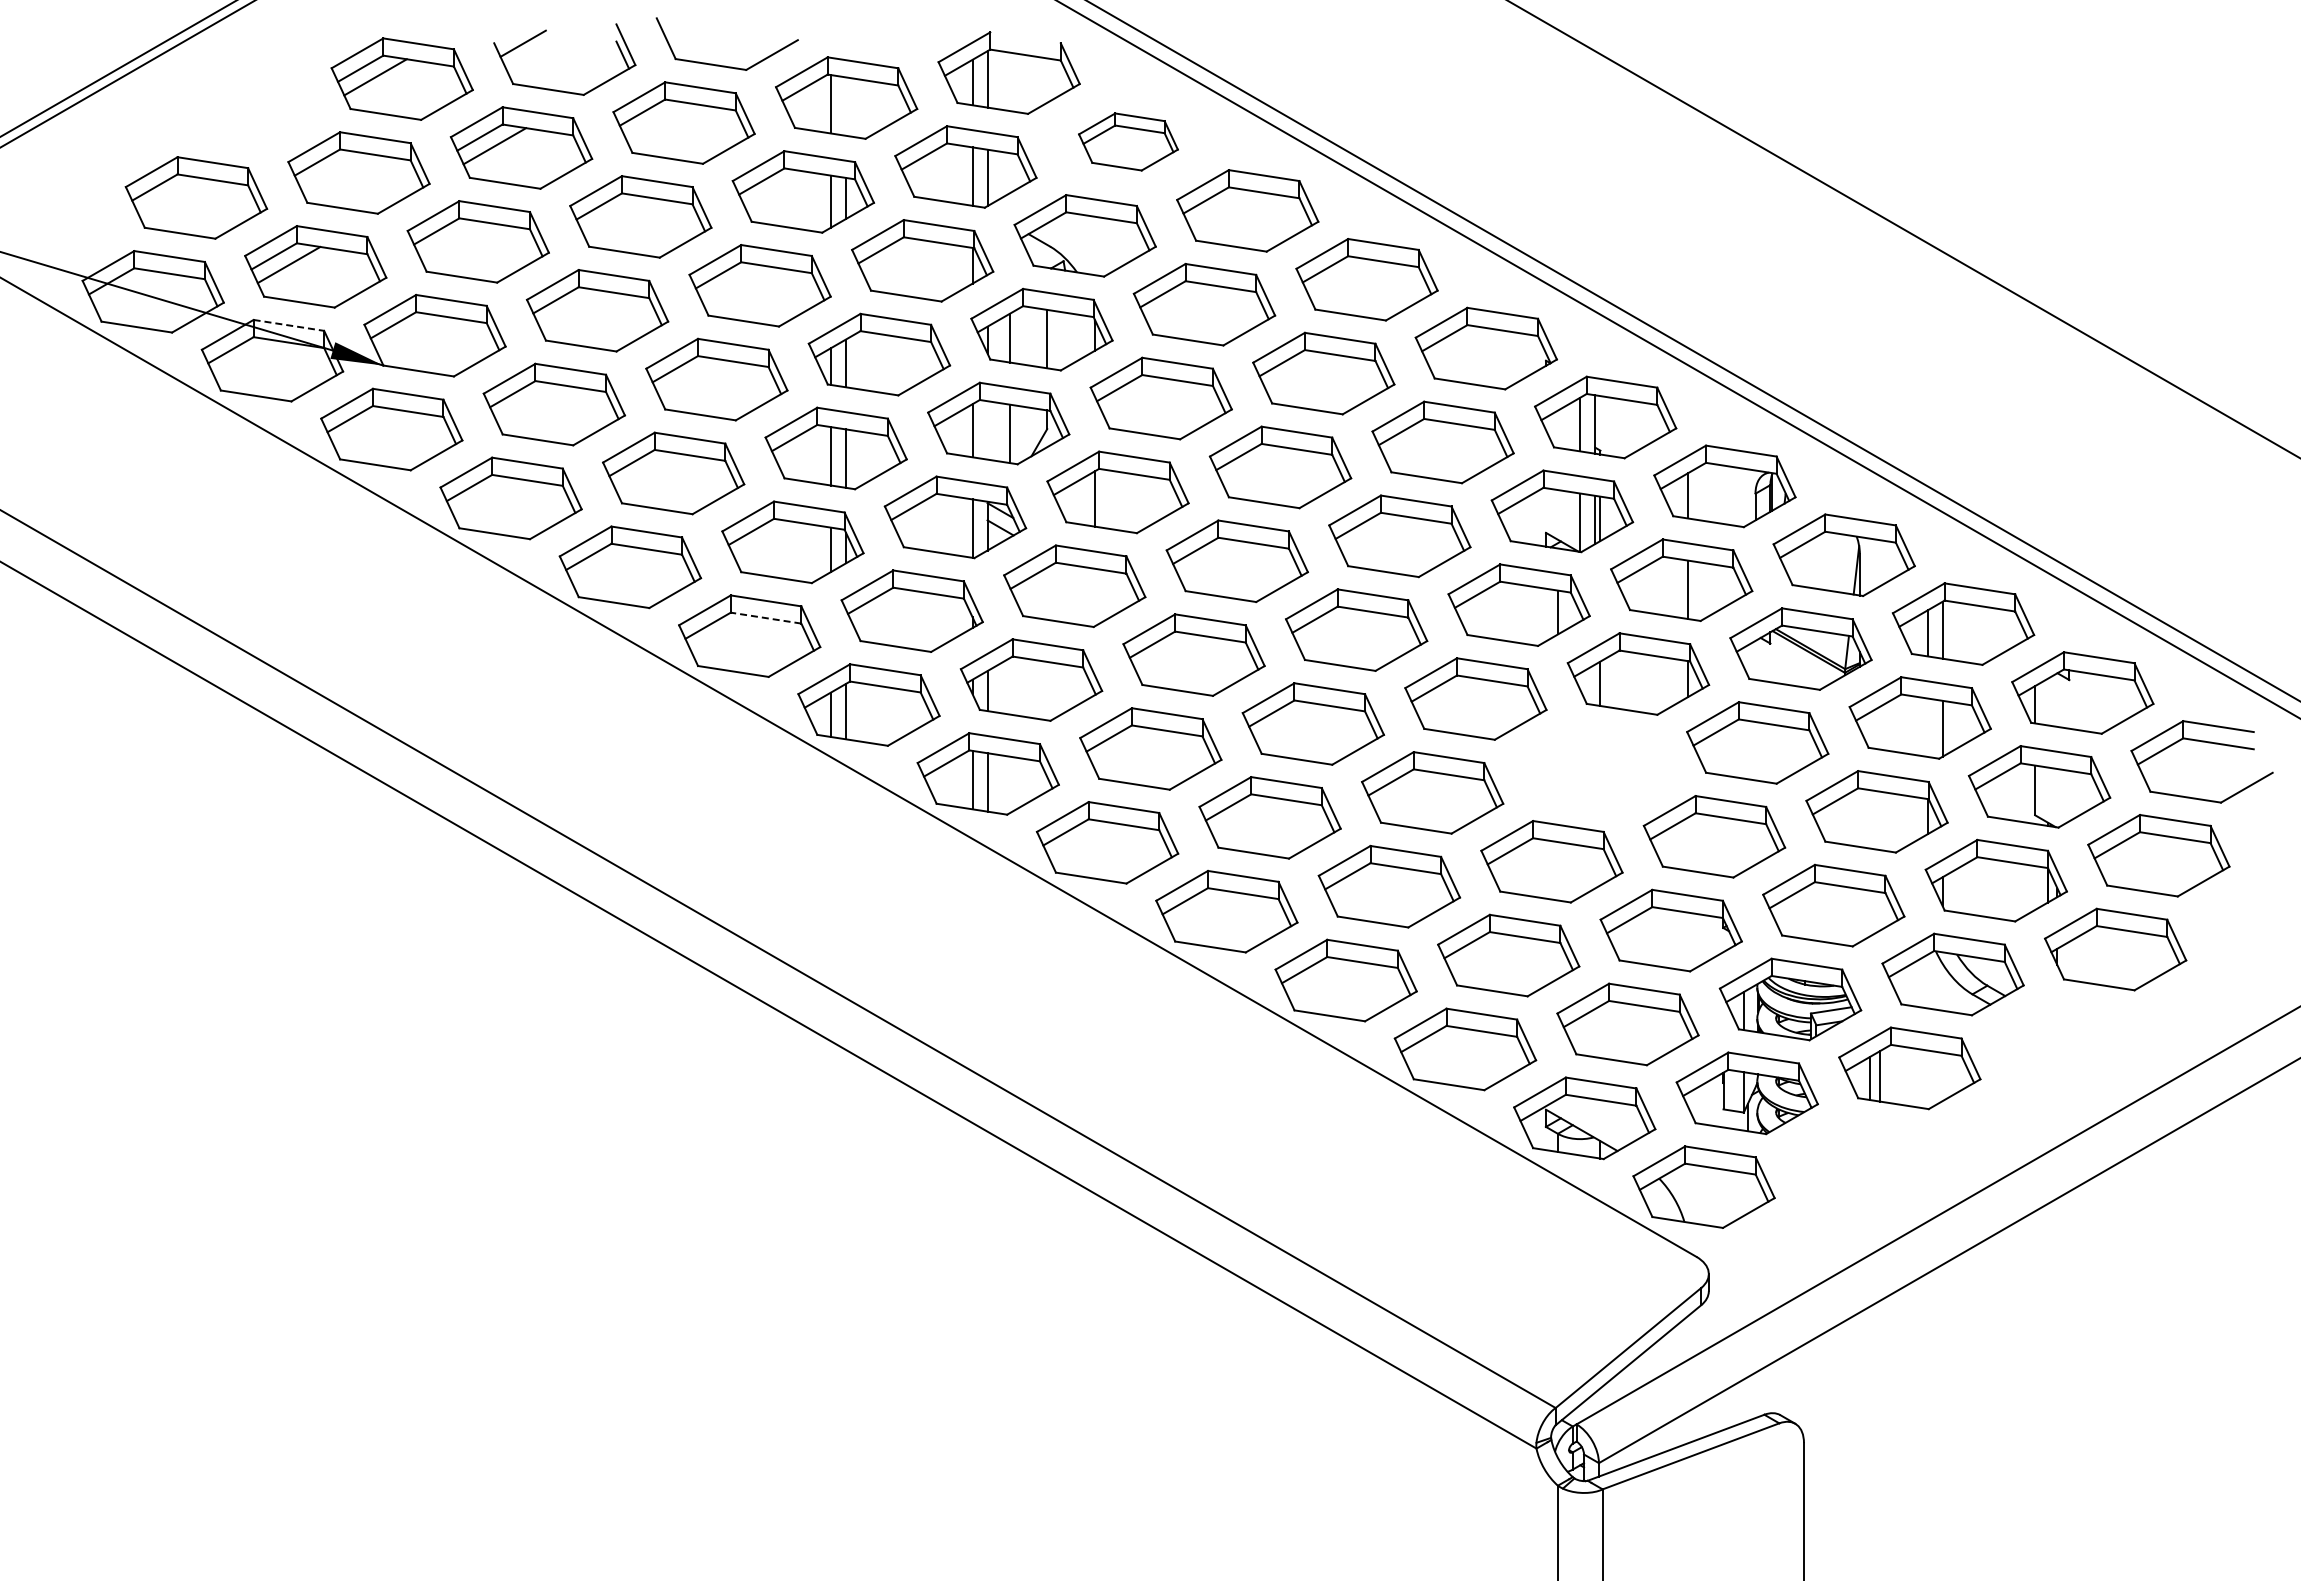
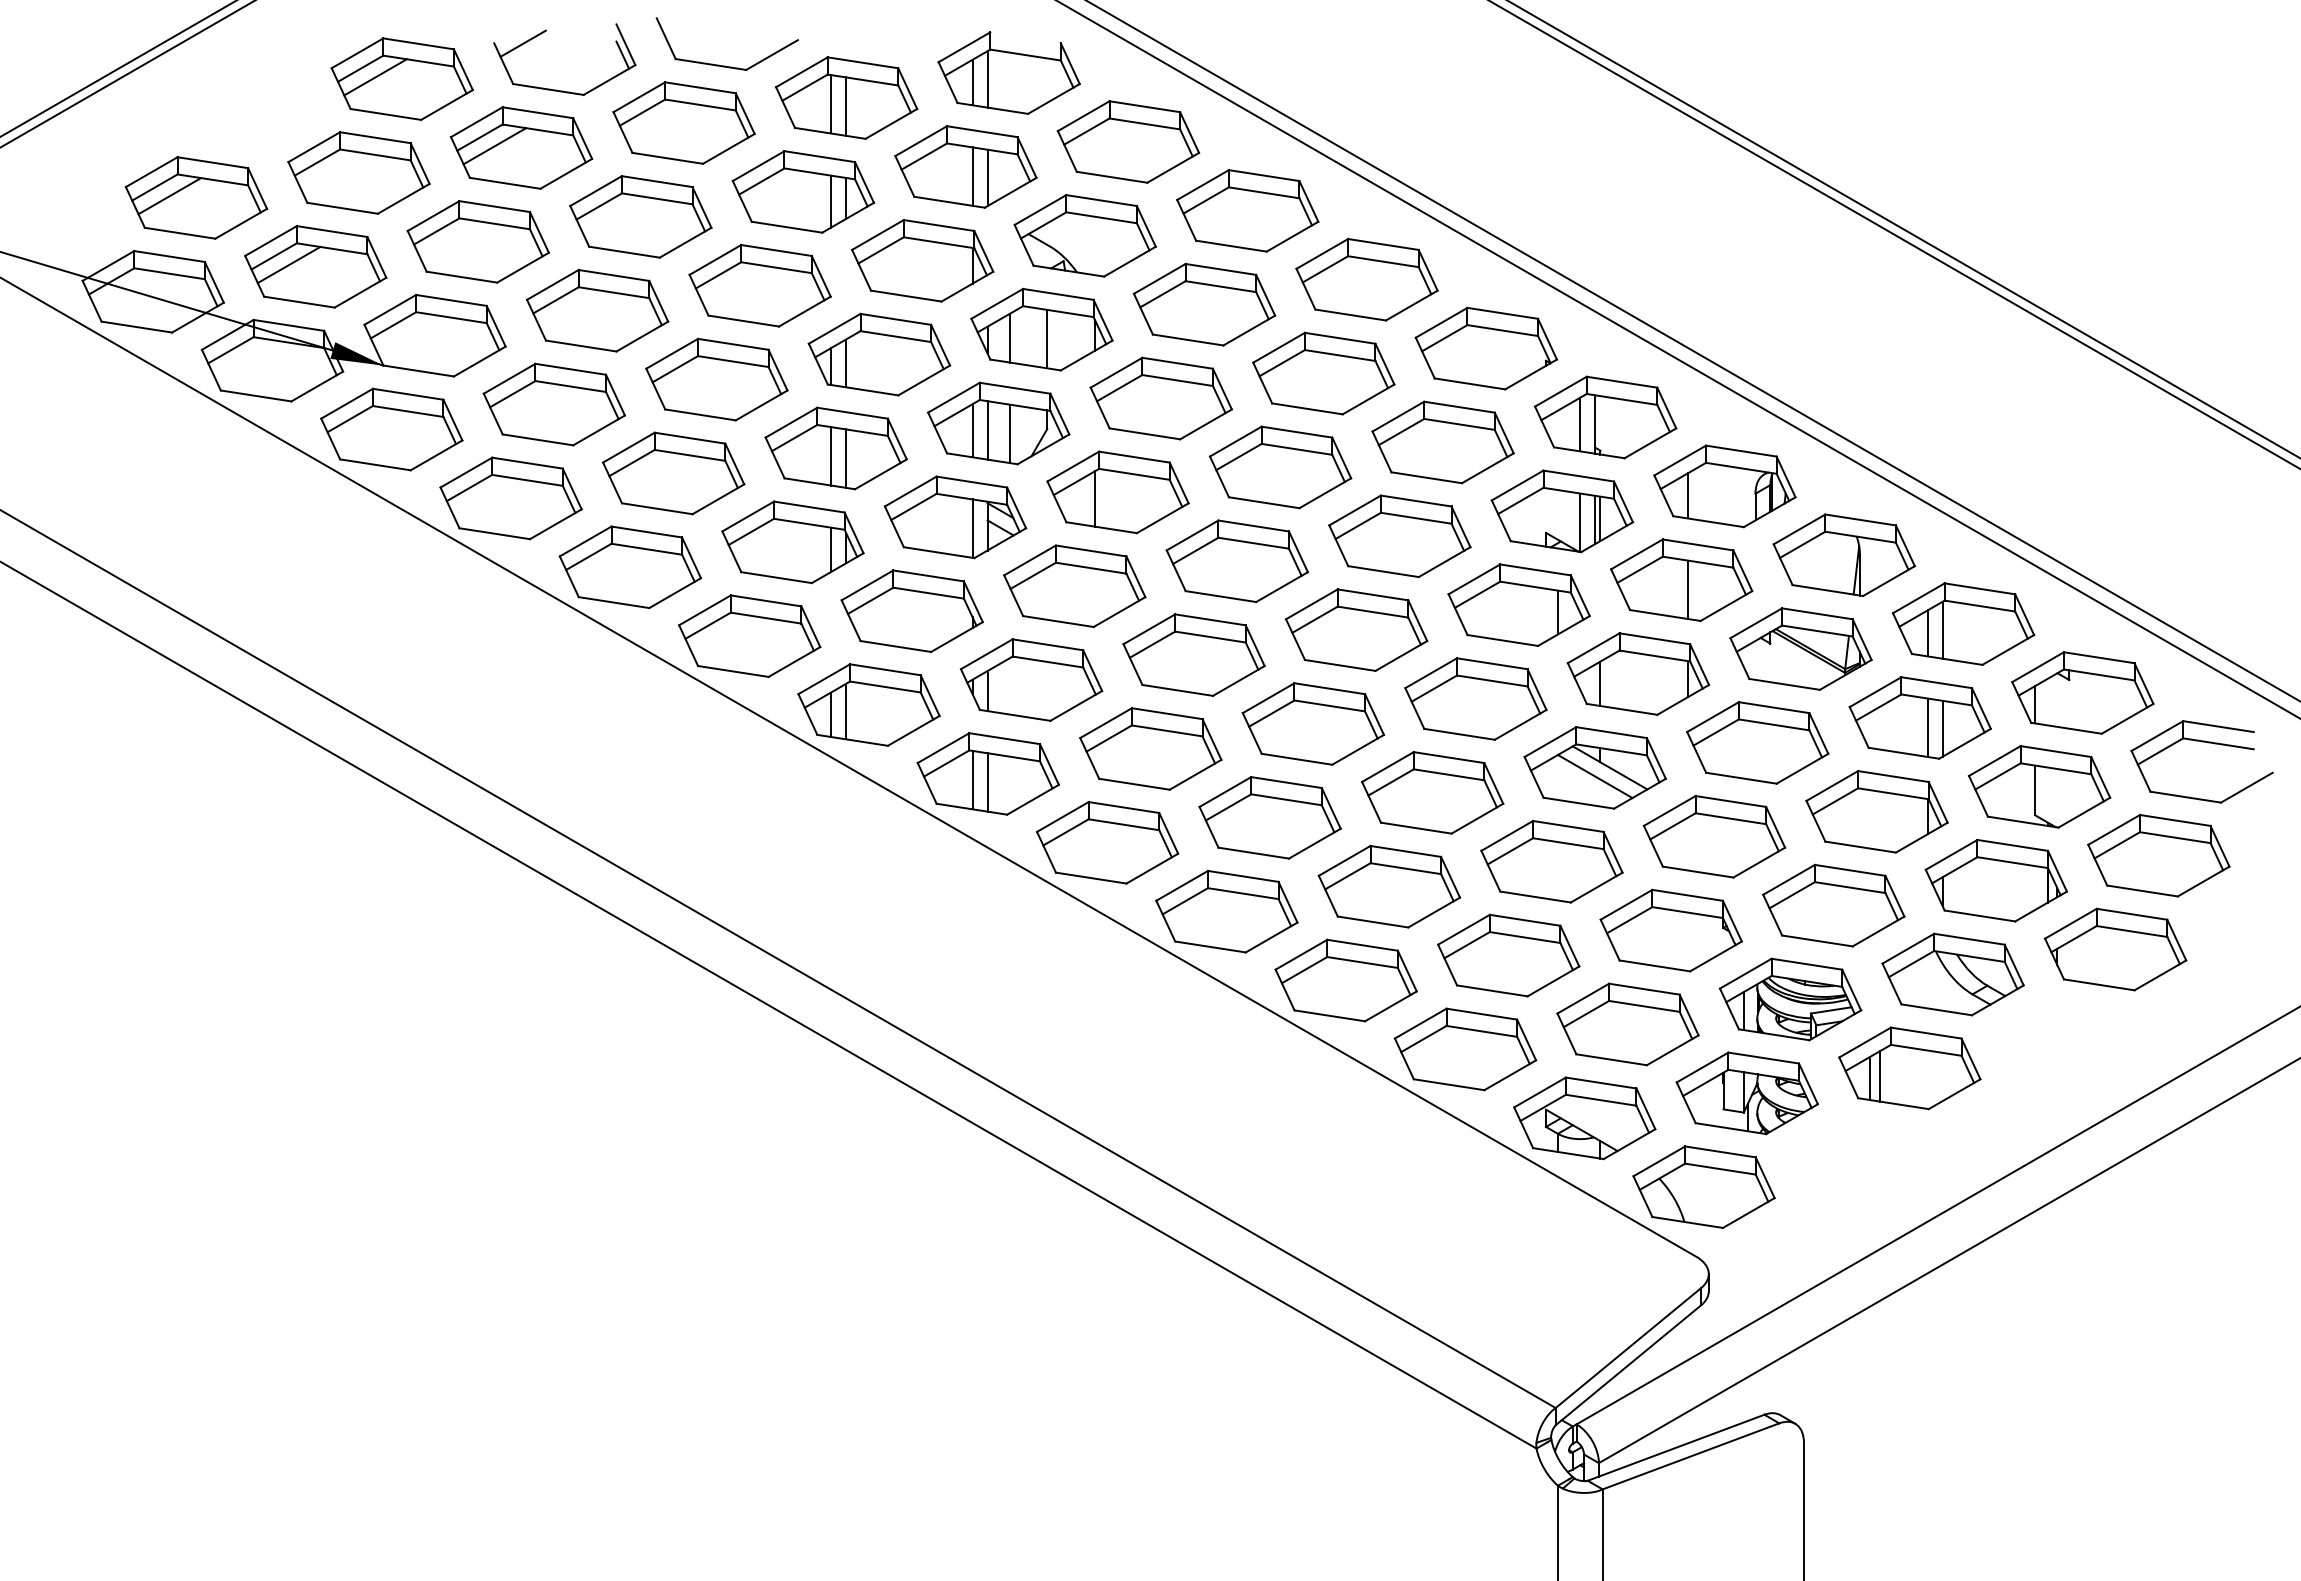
line at (845, 106): none -> present
part at (1128, 141) size: 101x60 px -> 145x84 px
line at (169, 196): none -> present
line at (1894, 234): none -> present
line at (288, 325): dashed -> solid
line at (987, 430): none -> present
line at (766, 618): dashed -> solid
line at (1927, 727): none -> present
part at (1594, 767): none -> present
